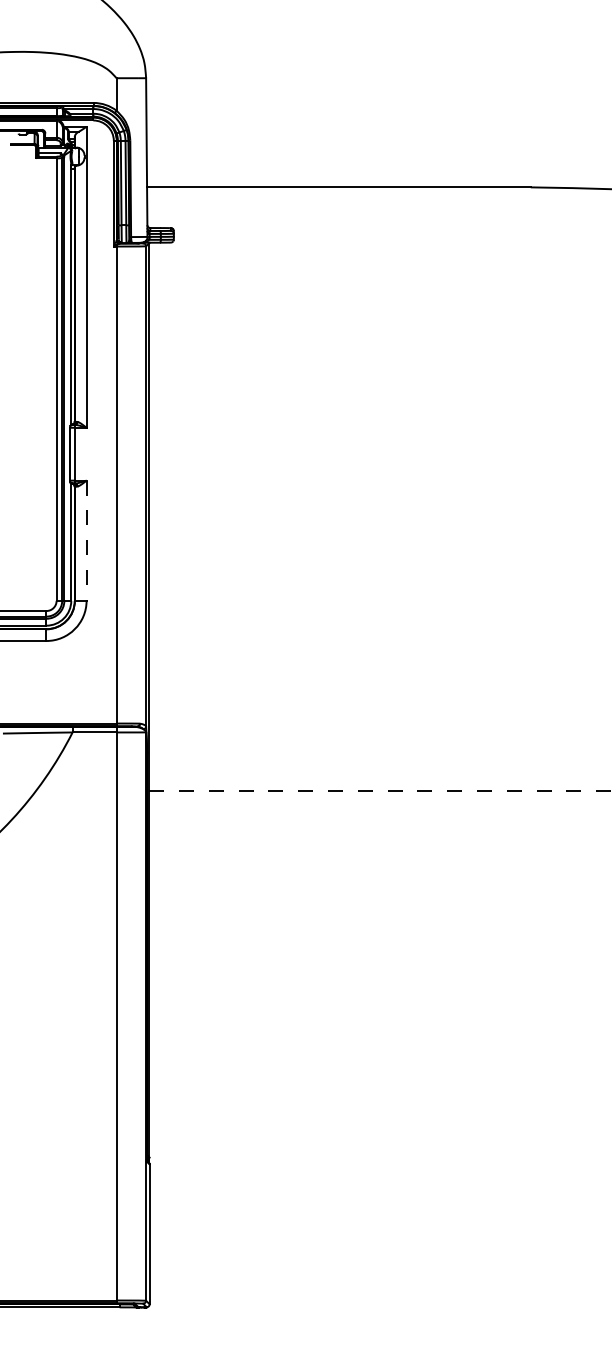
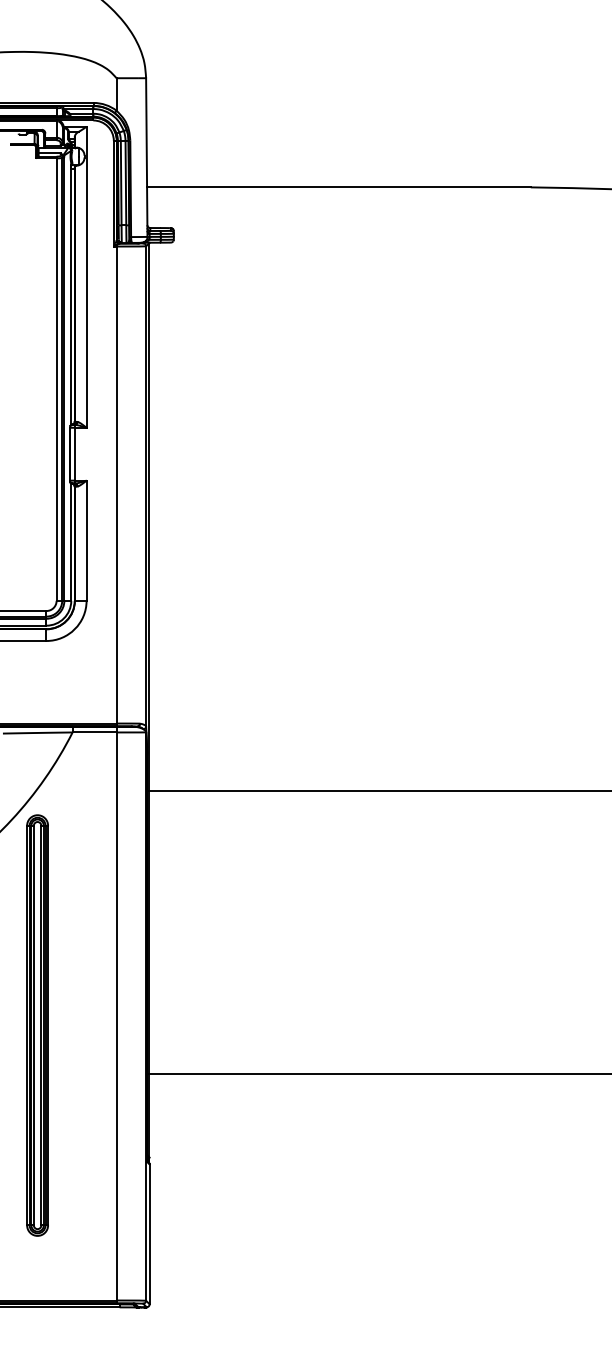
line at (86, 541): dashed -> solid
line at (380, 791): dashed -> solid
part at (37, 1025): none -> present
line at (378, 1073): none -> present
